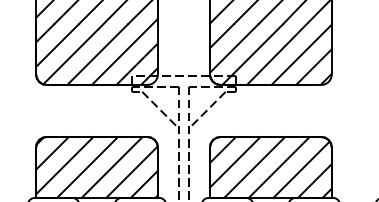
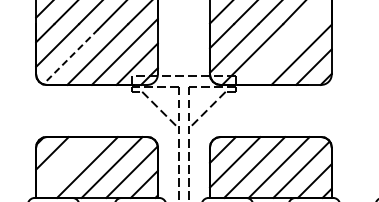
line at (287, 43): present -> none
line at (70, 56): solid -> dashed
line at (64, 165): present -> none
